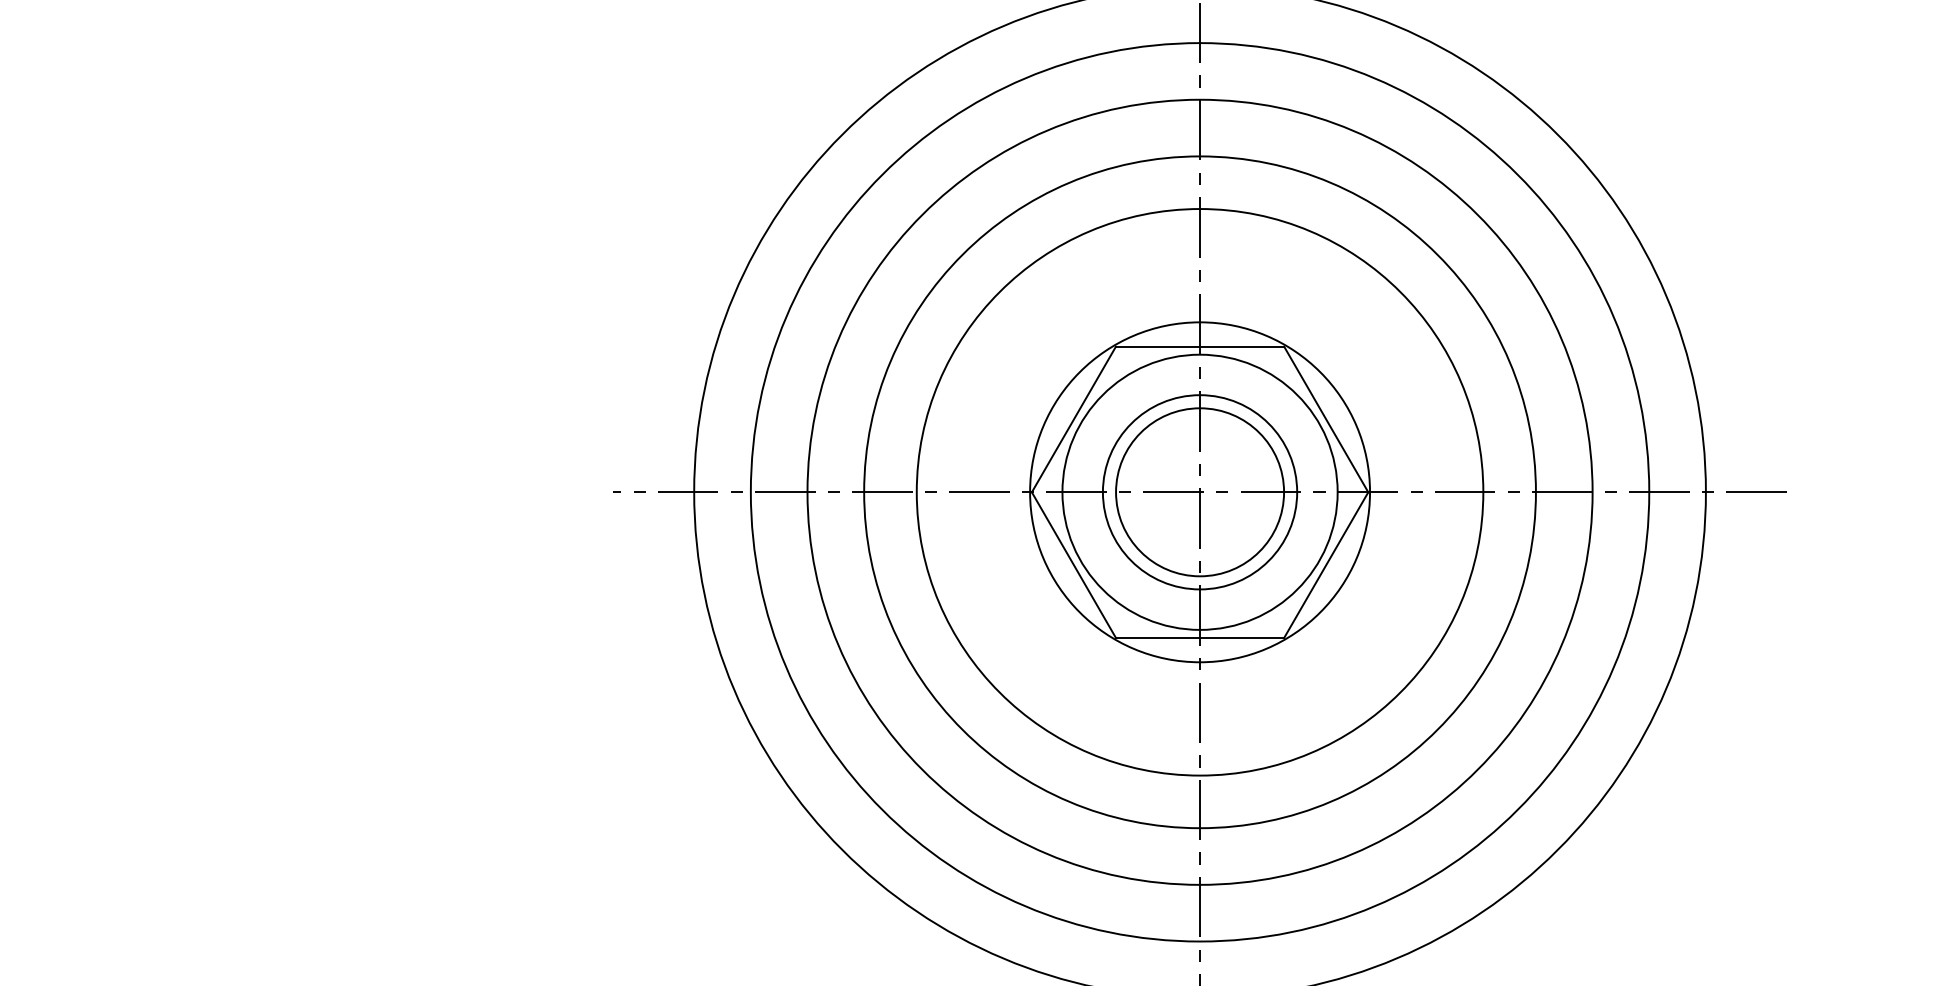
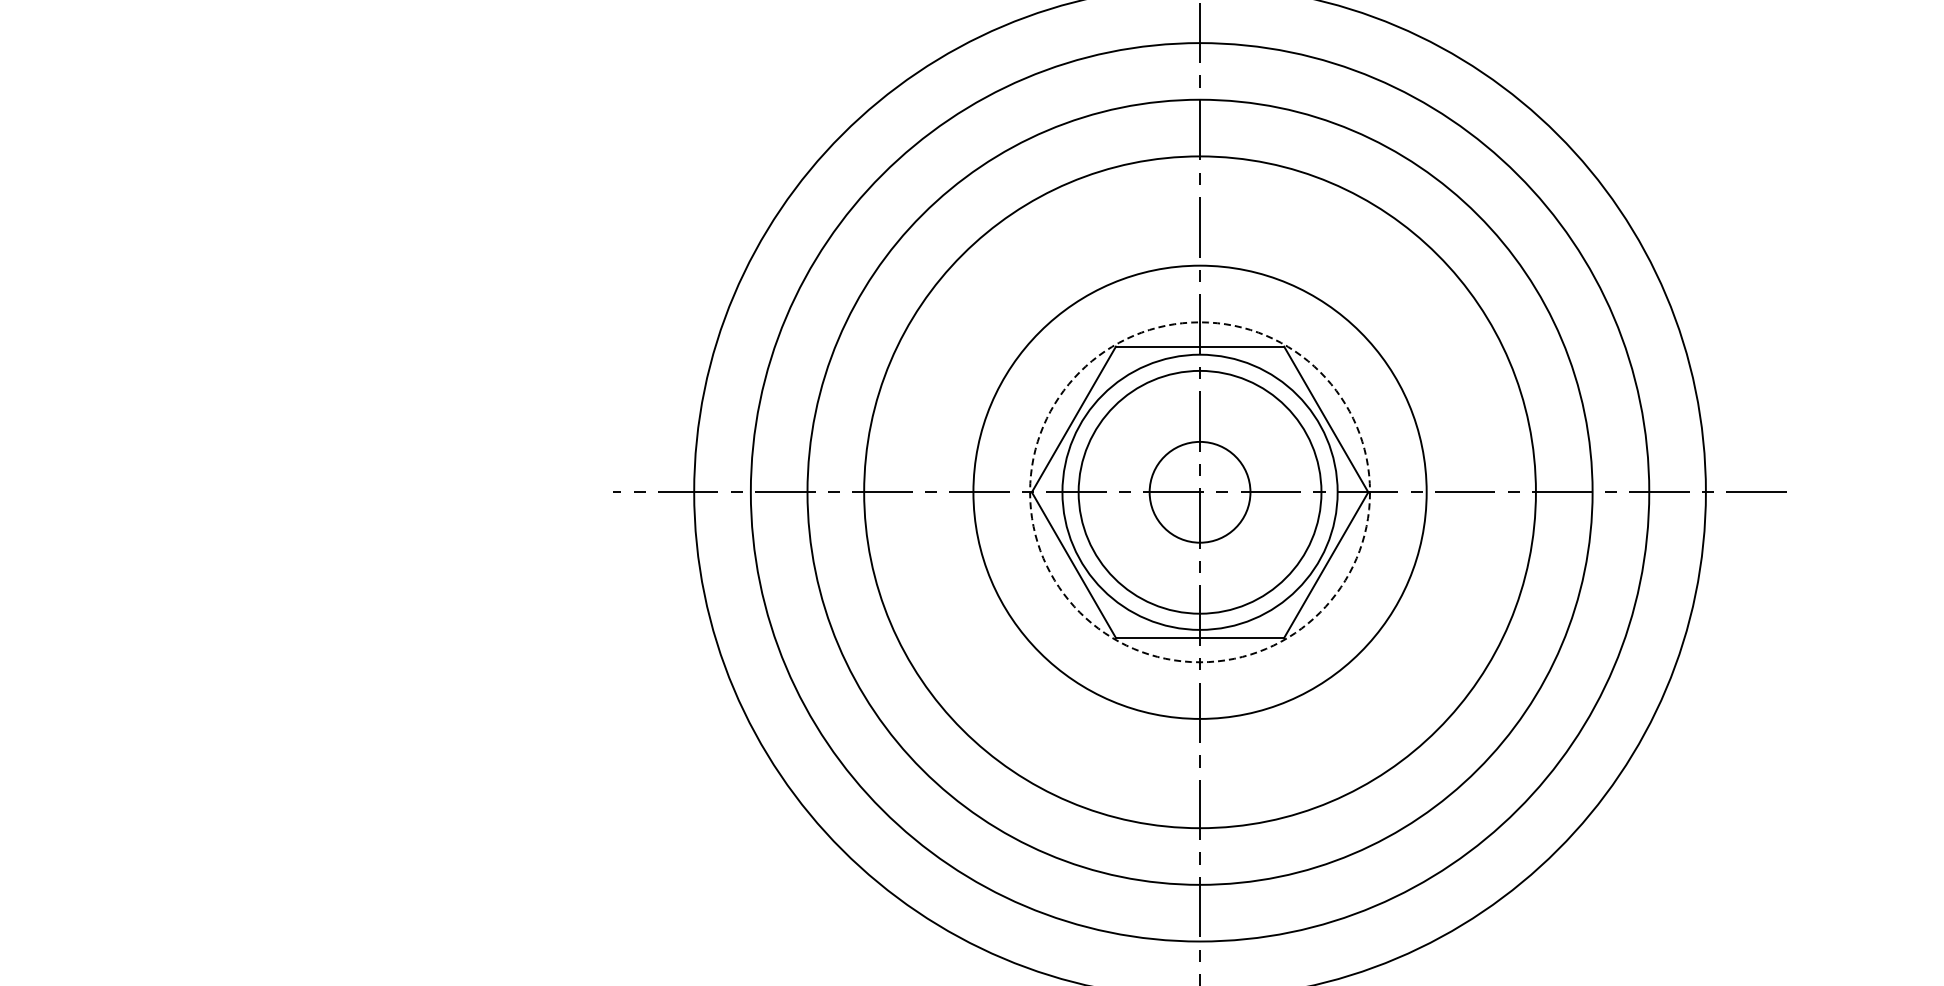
circle at (1199, 492) diameter: 194 px -> 243 px
circle at (1199, 492) diameter: 567 px -> 453 px
circle at (1200, 492) diameter: 168 px -> 101 px
circle at (1200, 492): solid -> dashed
